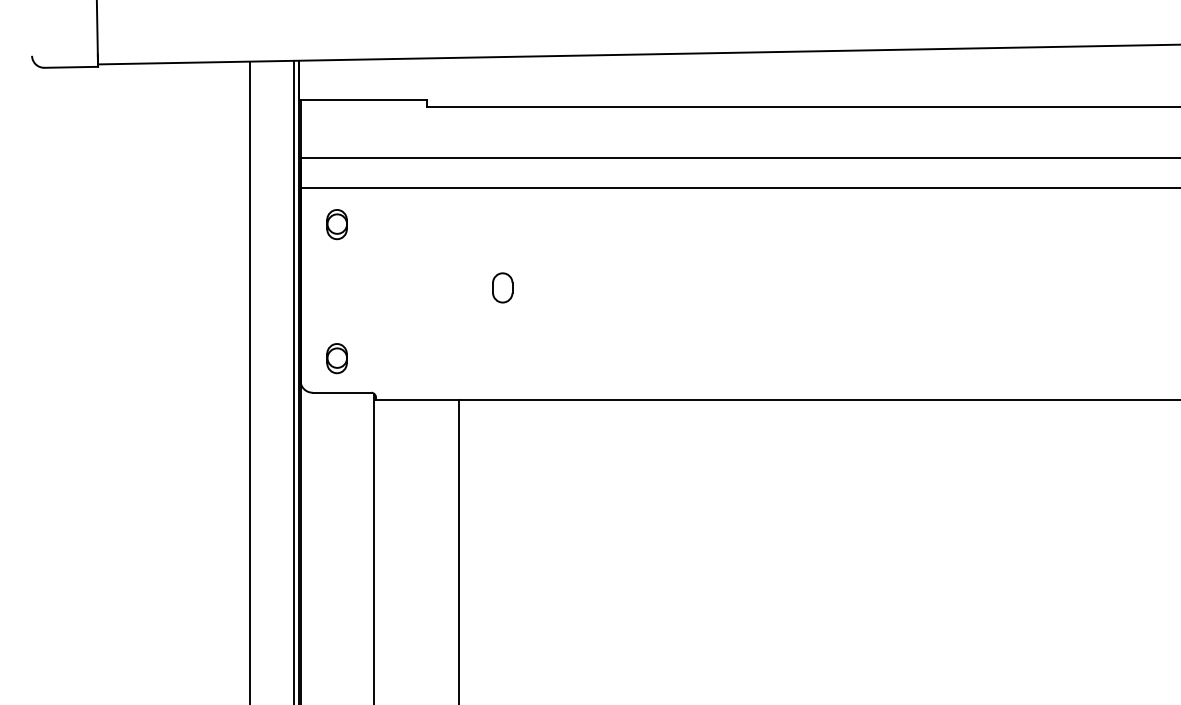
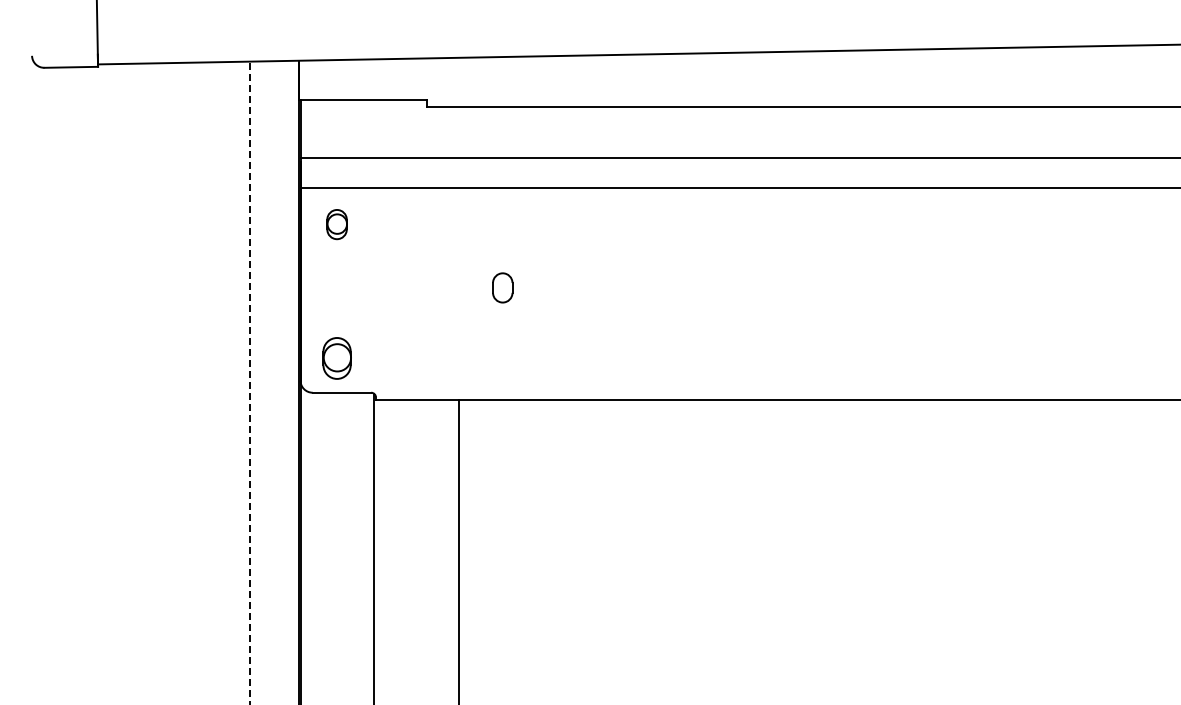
part at (336, 358) size: 22x32 px -> 30x43 px
line at (293, 380): present -> none
line at (250, 382): solid -> dashed
